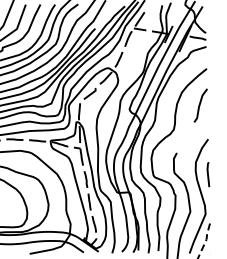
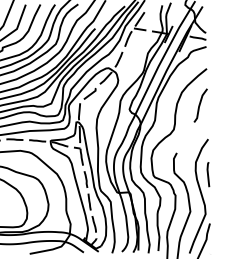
line at (206, 240): dashed -> solid
